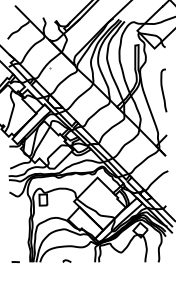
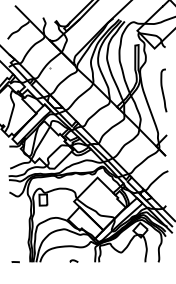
curve at (66, 260) position: (66, 260) -> (73, 260)
